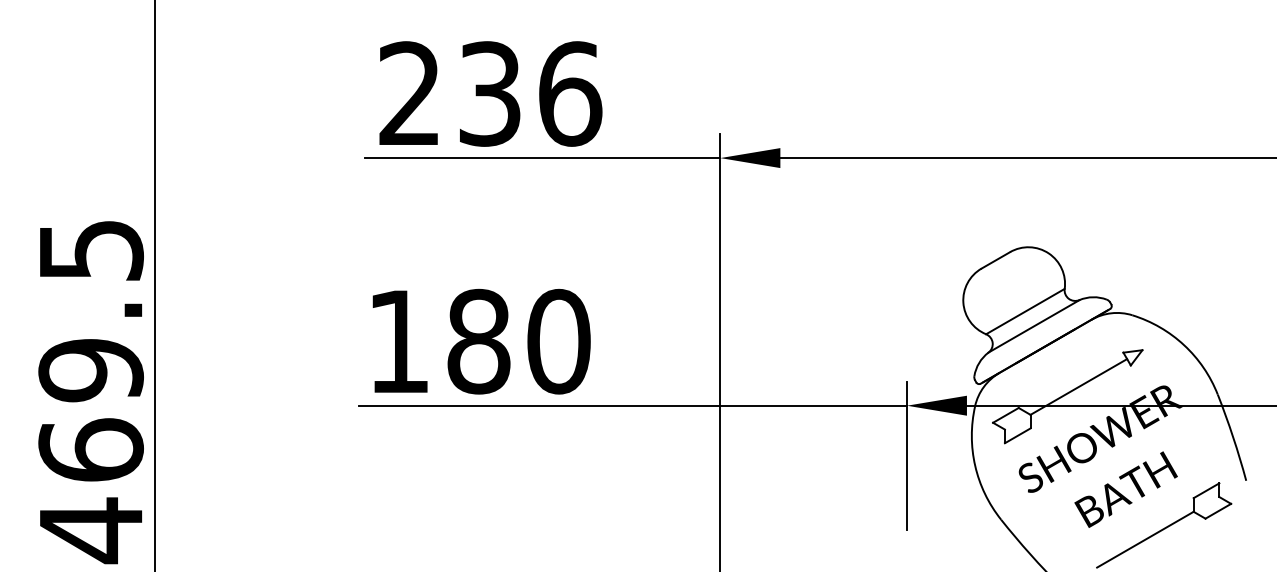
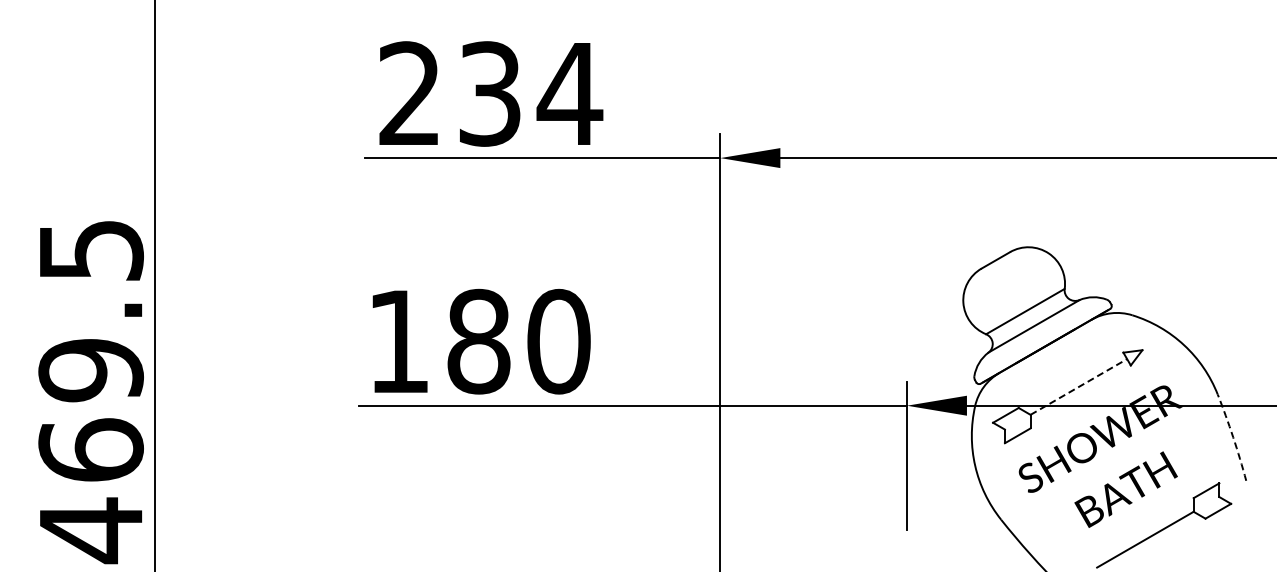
text at (569, 93): 236 -> 234
line at (1078, 386): solid -> dashed
arc at (1233, 437): solid -> dashed
